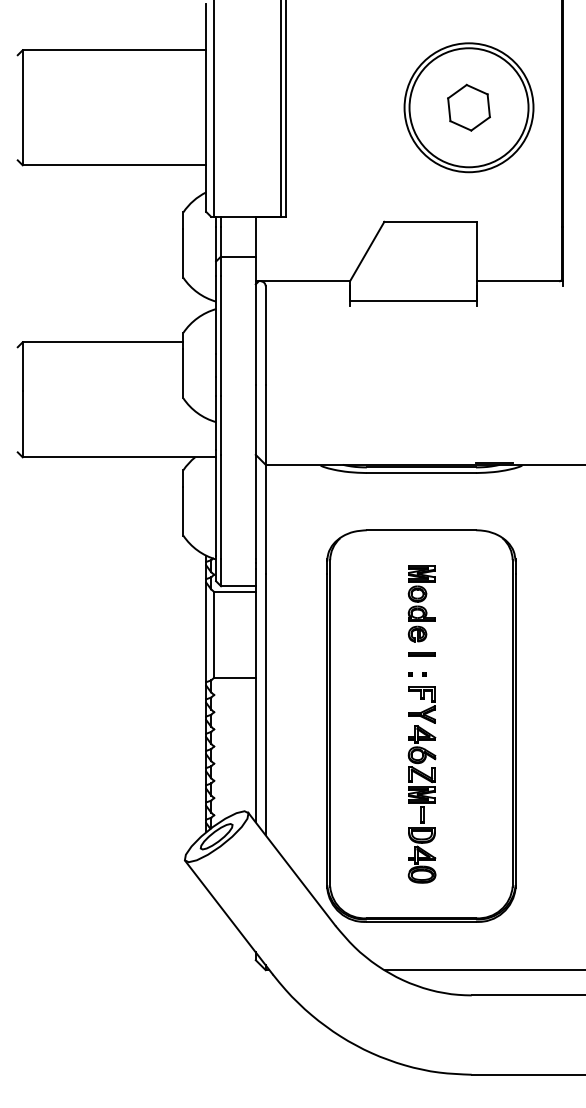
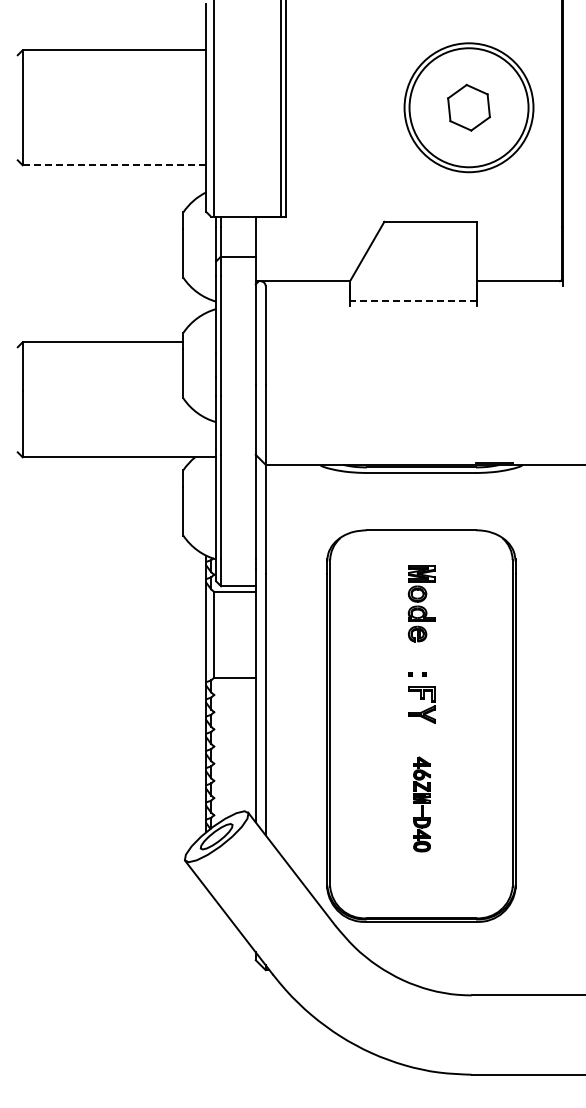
line at (114, 165): solid -> dashed
line at (413, 301): solid -> dashed
line at (421, 654): present -> none
part at (421, 804) size: 30x159 px -> 18x97 px
line at (483, 970): present -> none
